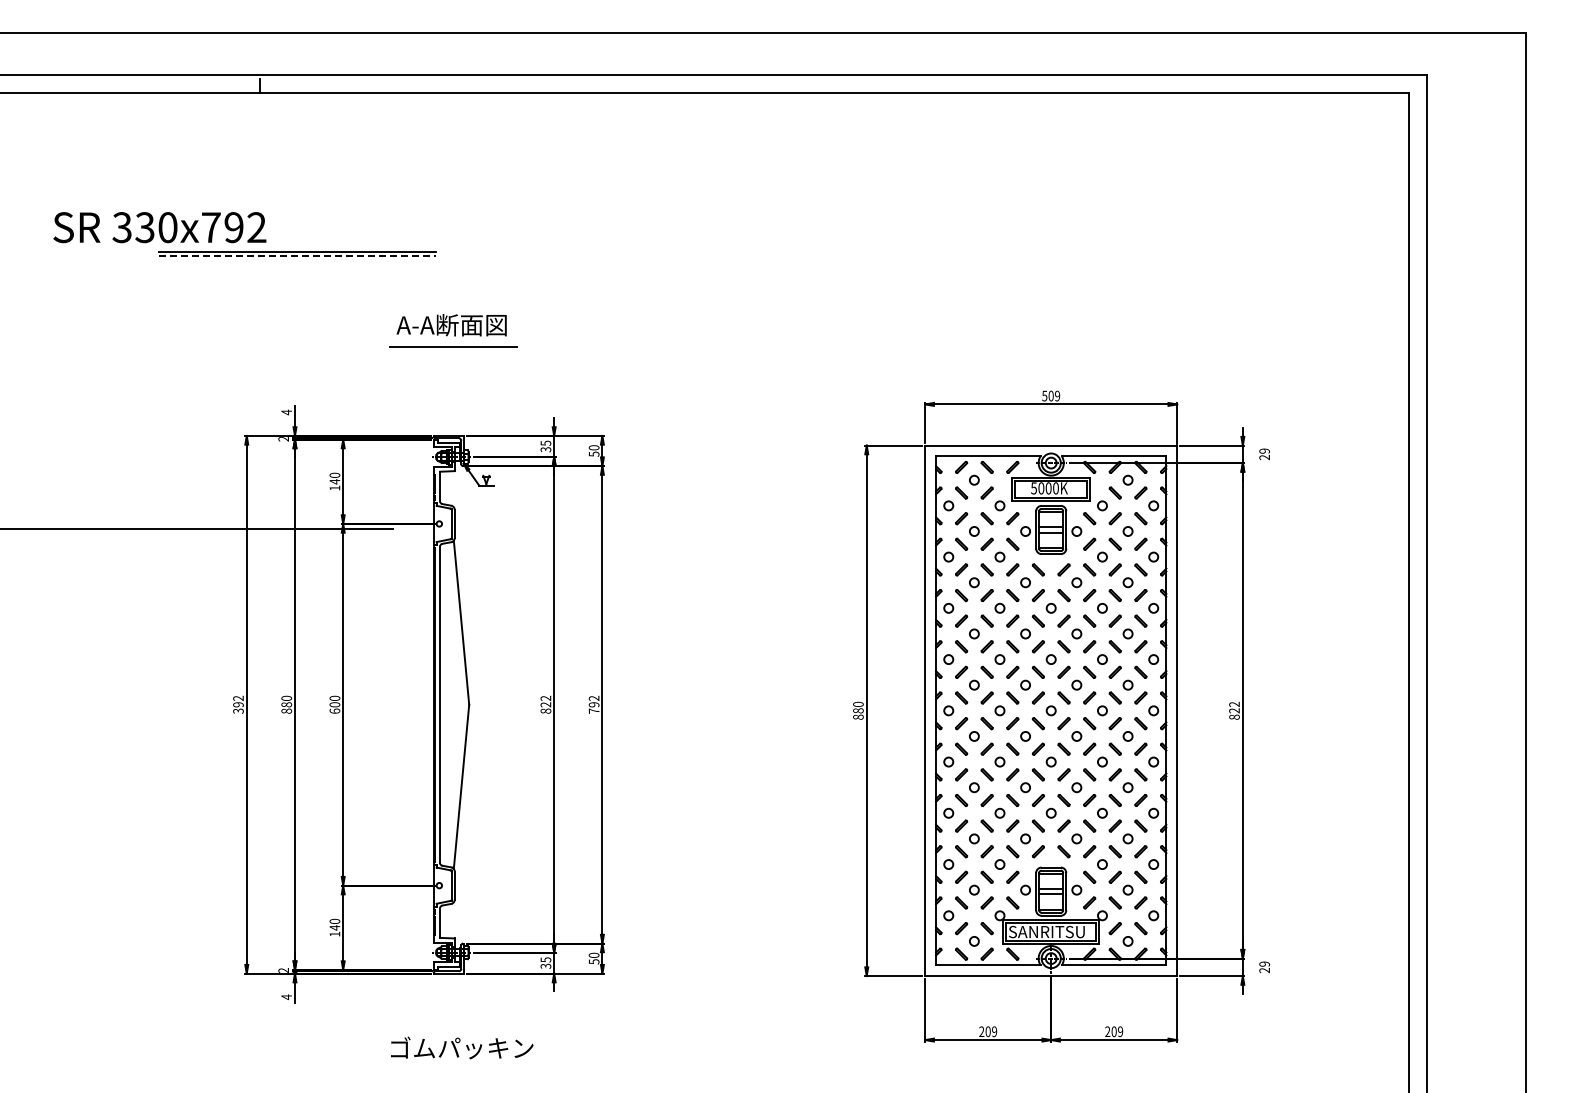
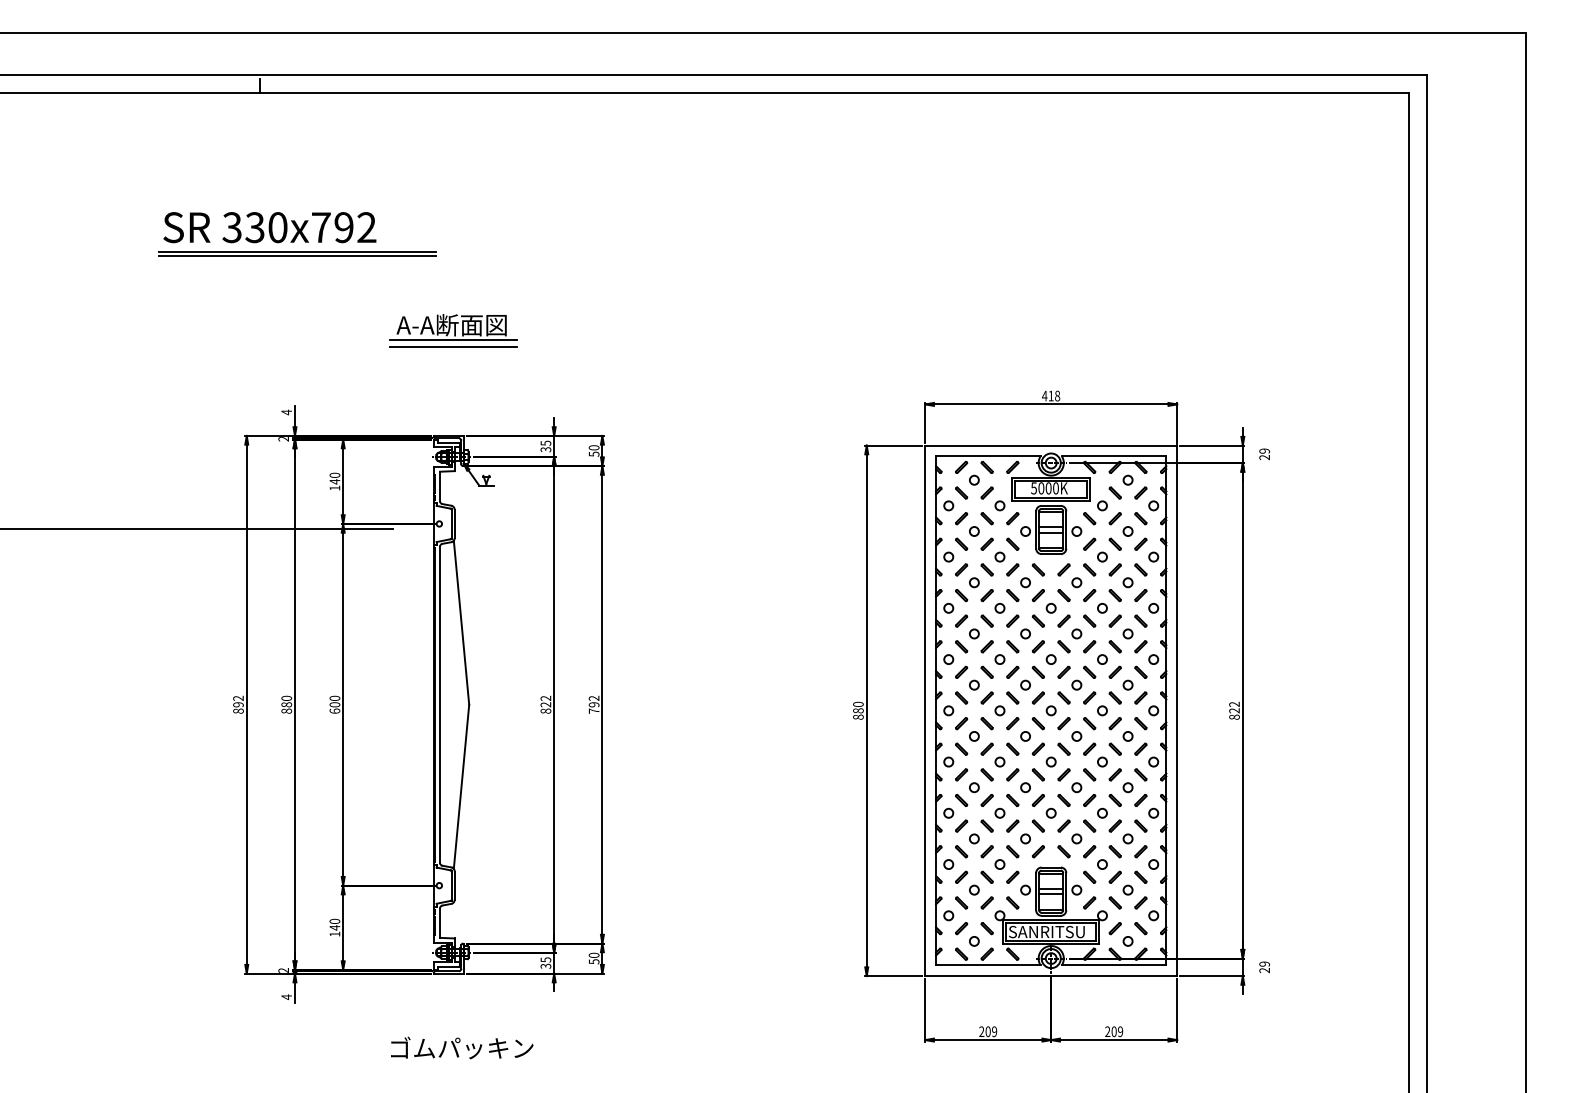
text at (159, 227) position: (159, 227) -> (269, 227)
line at (297, 256): dashed -> solid
line at (453, 339): none -> present
text at (1051, 395): 509 -> 418
text at (238, 710): 392 -> 892
